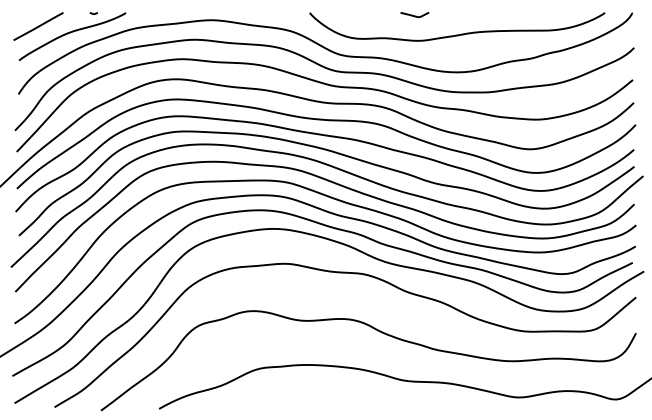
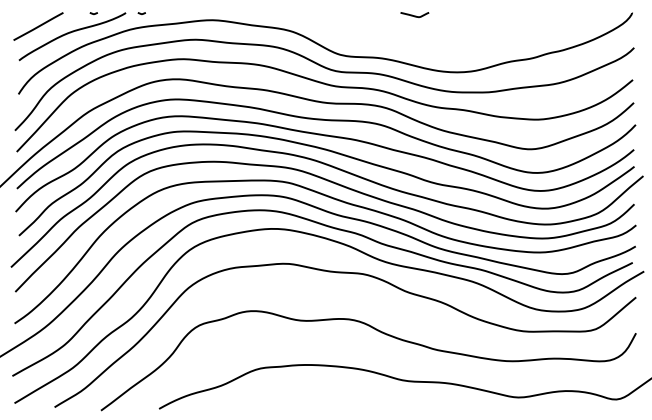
line at (141, 13): none -> present
curve at (457, 34): present -> none
